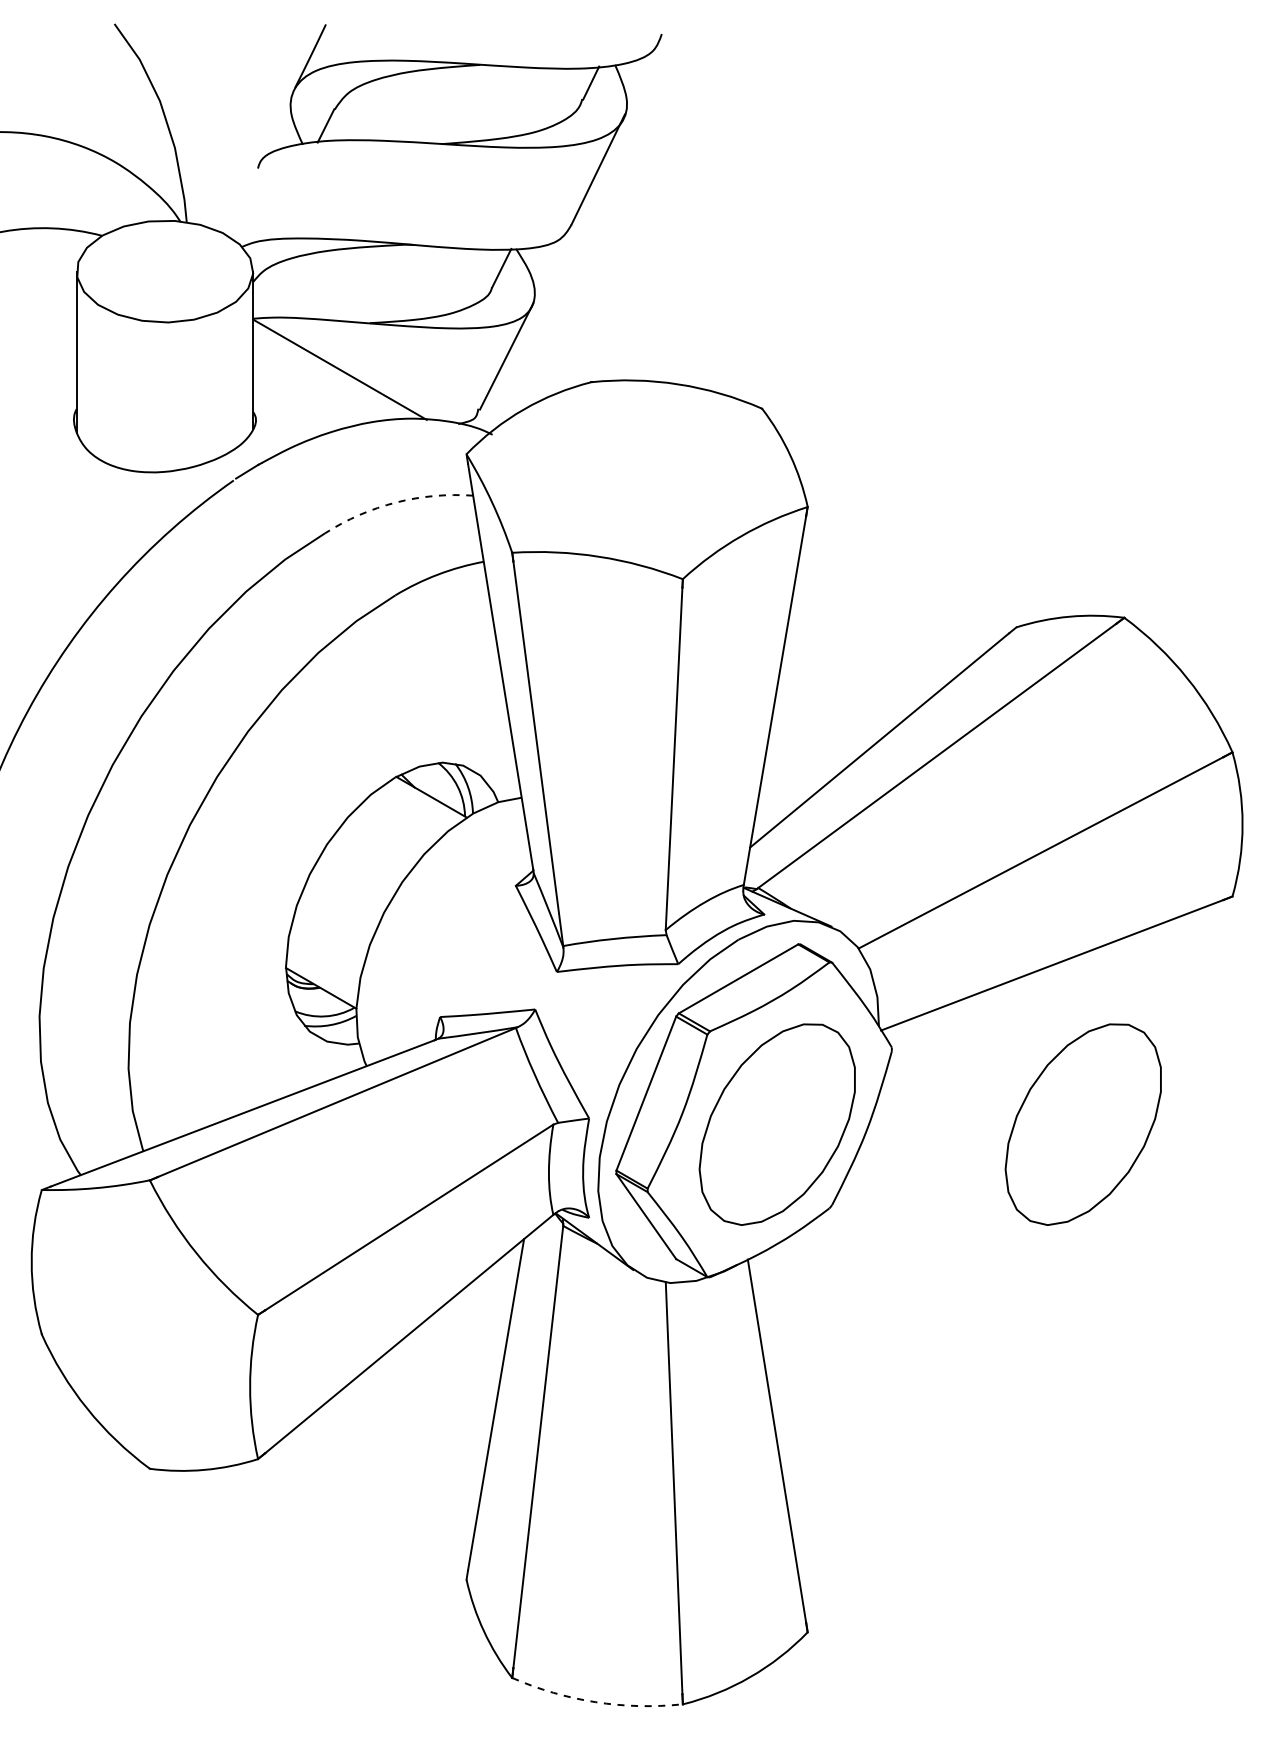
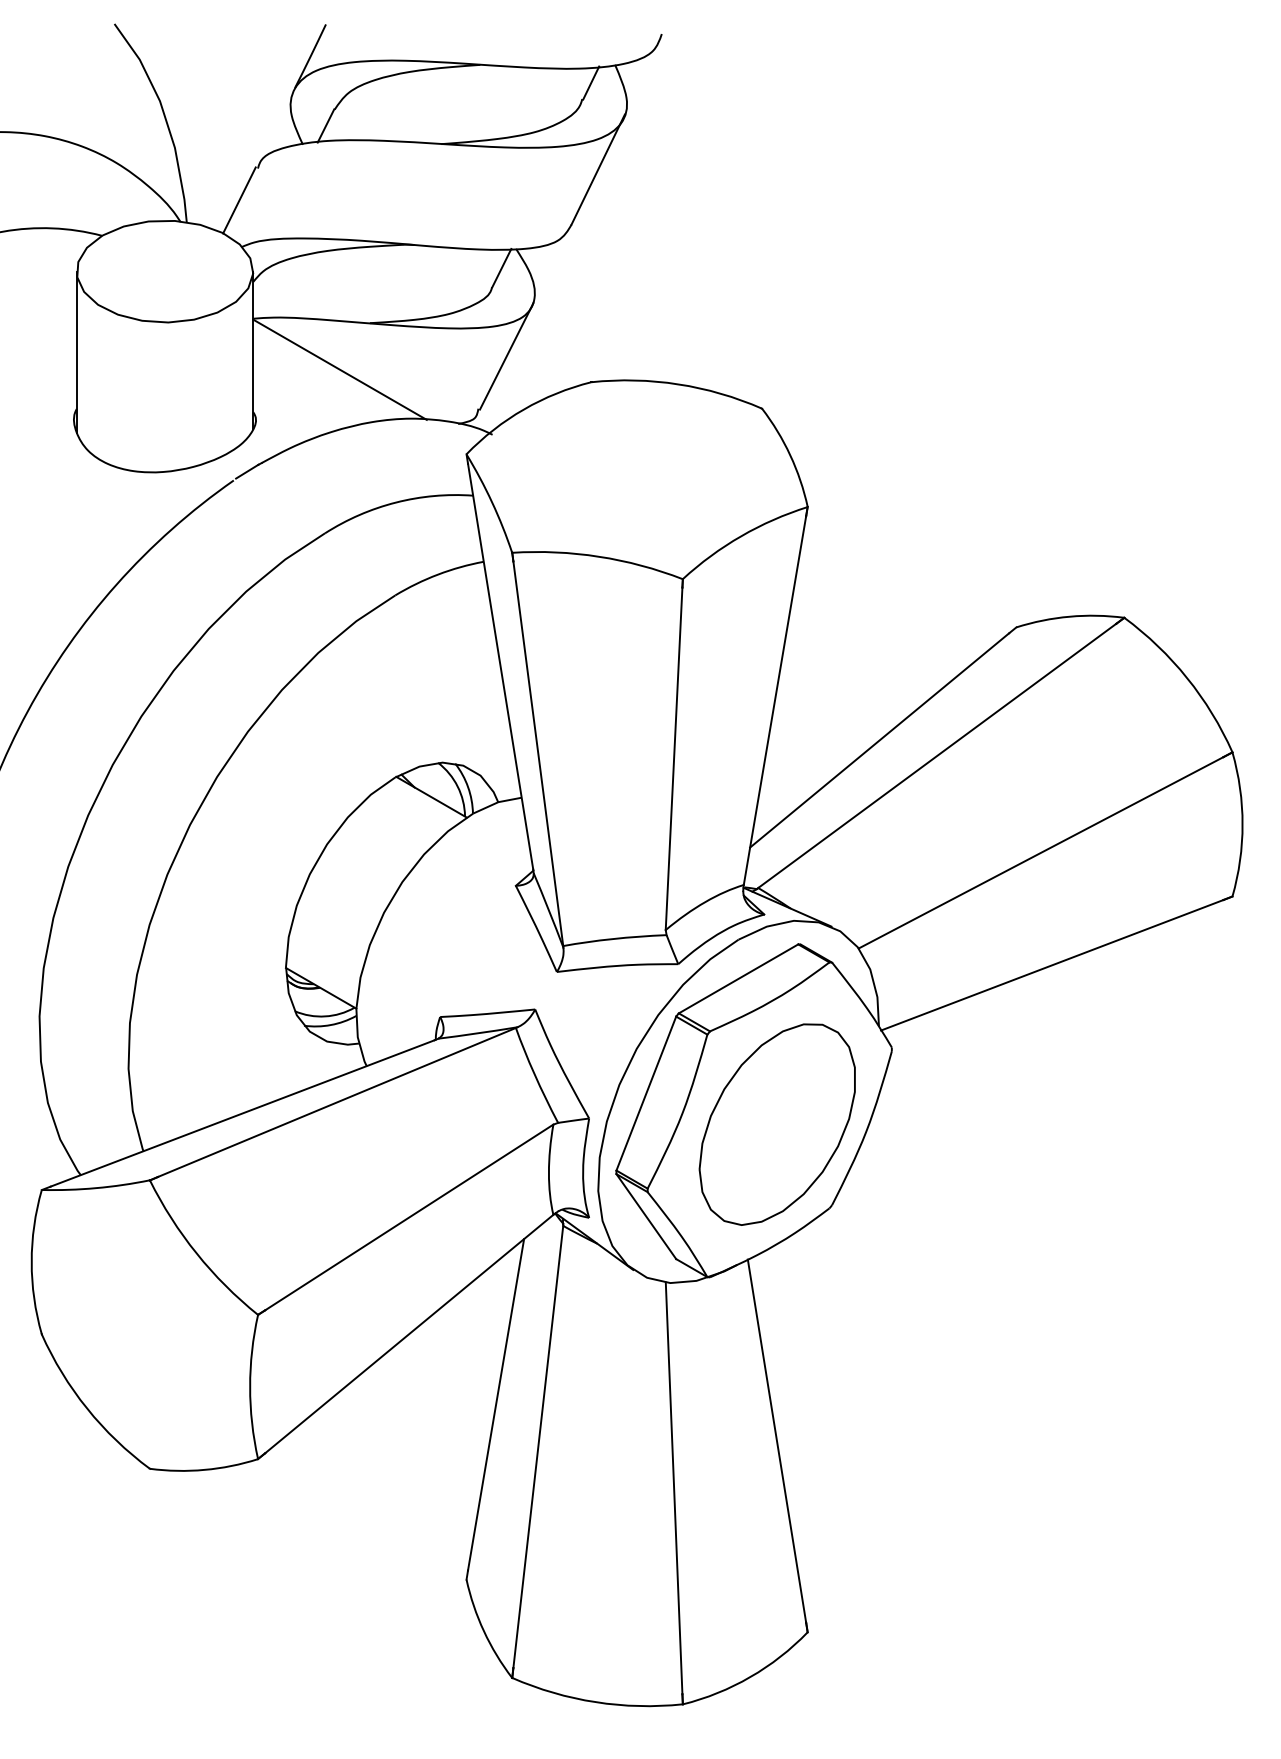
line at (239, 200): none -> present
arc at (396, 502): dashed -> solid
part at (1082, 1124): present -> none
arc at (595, 1702): dashed -> solid
